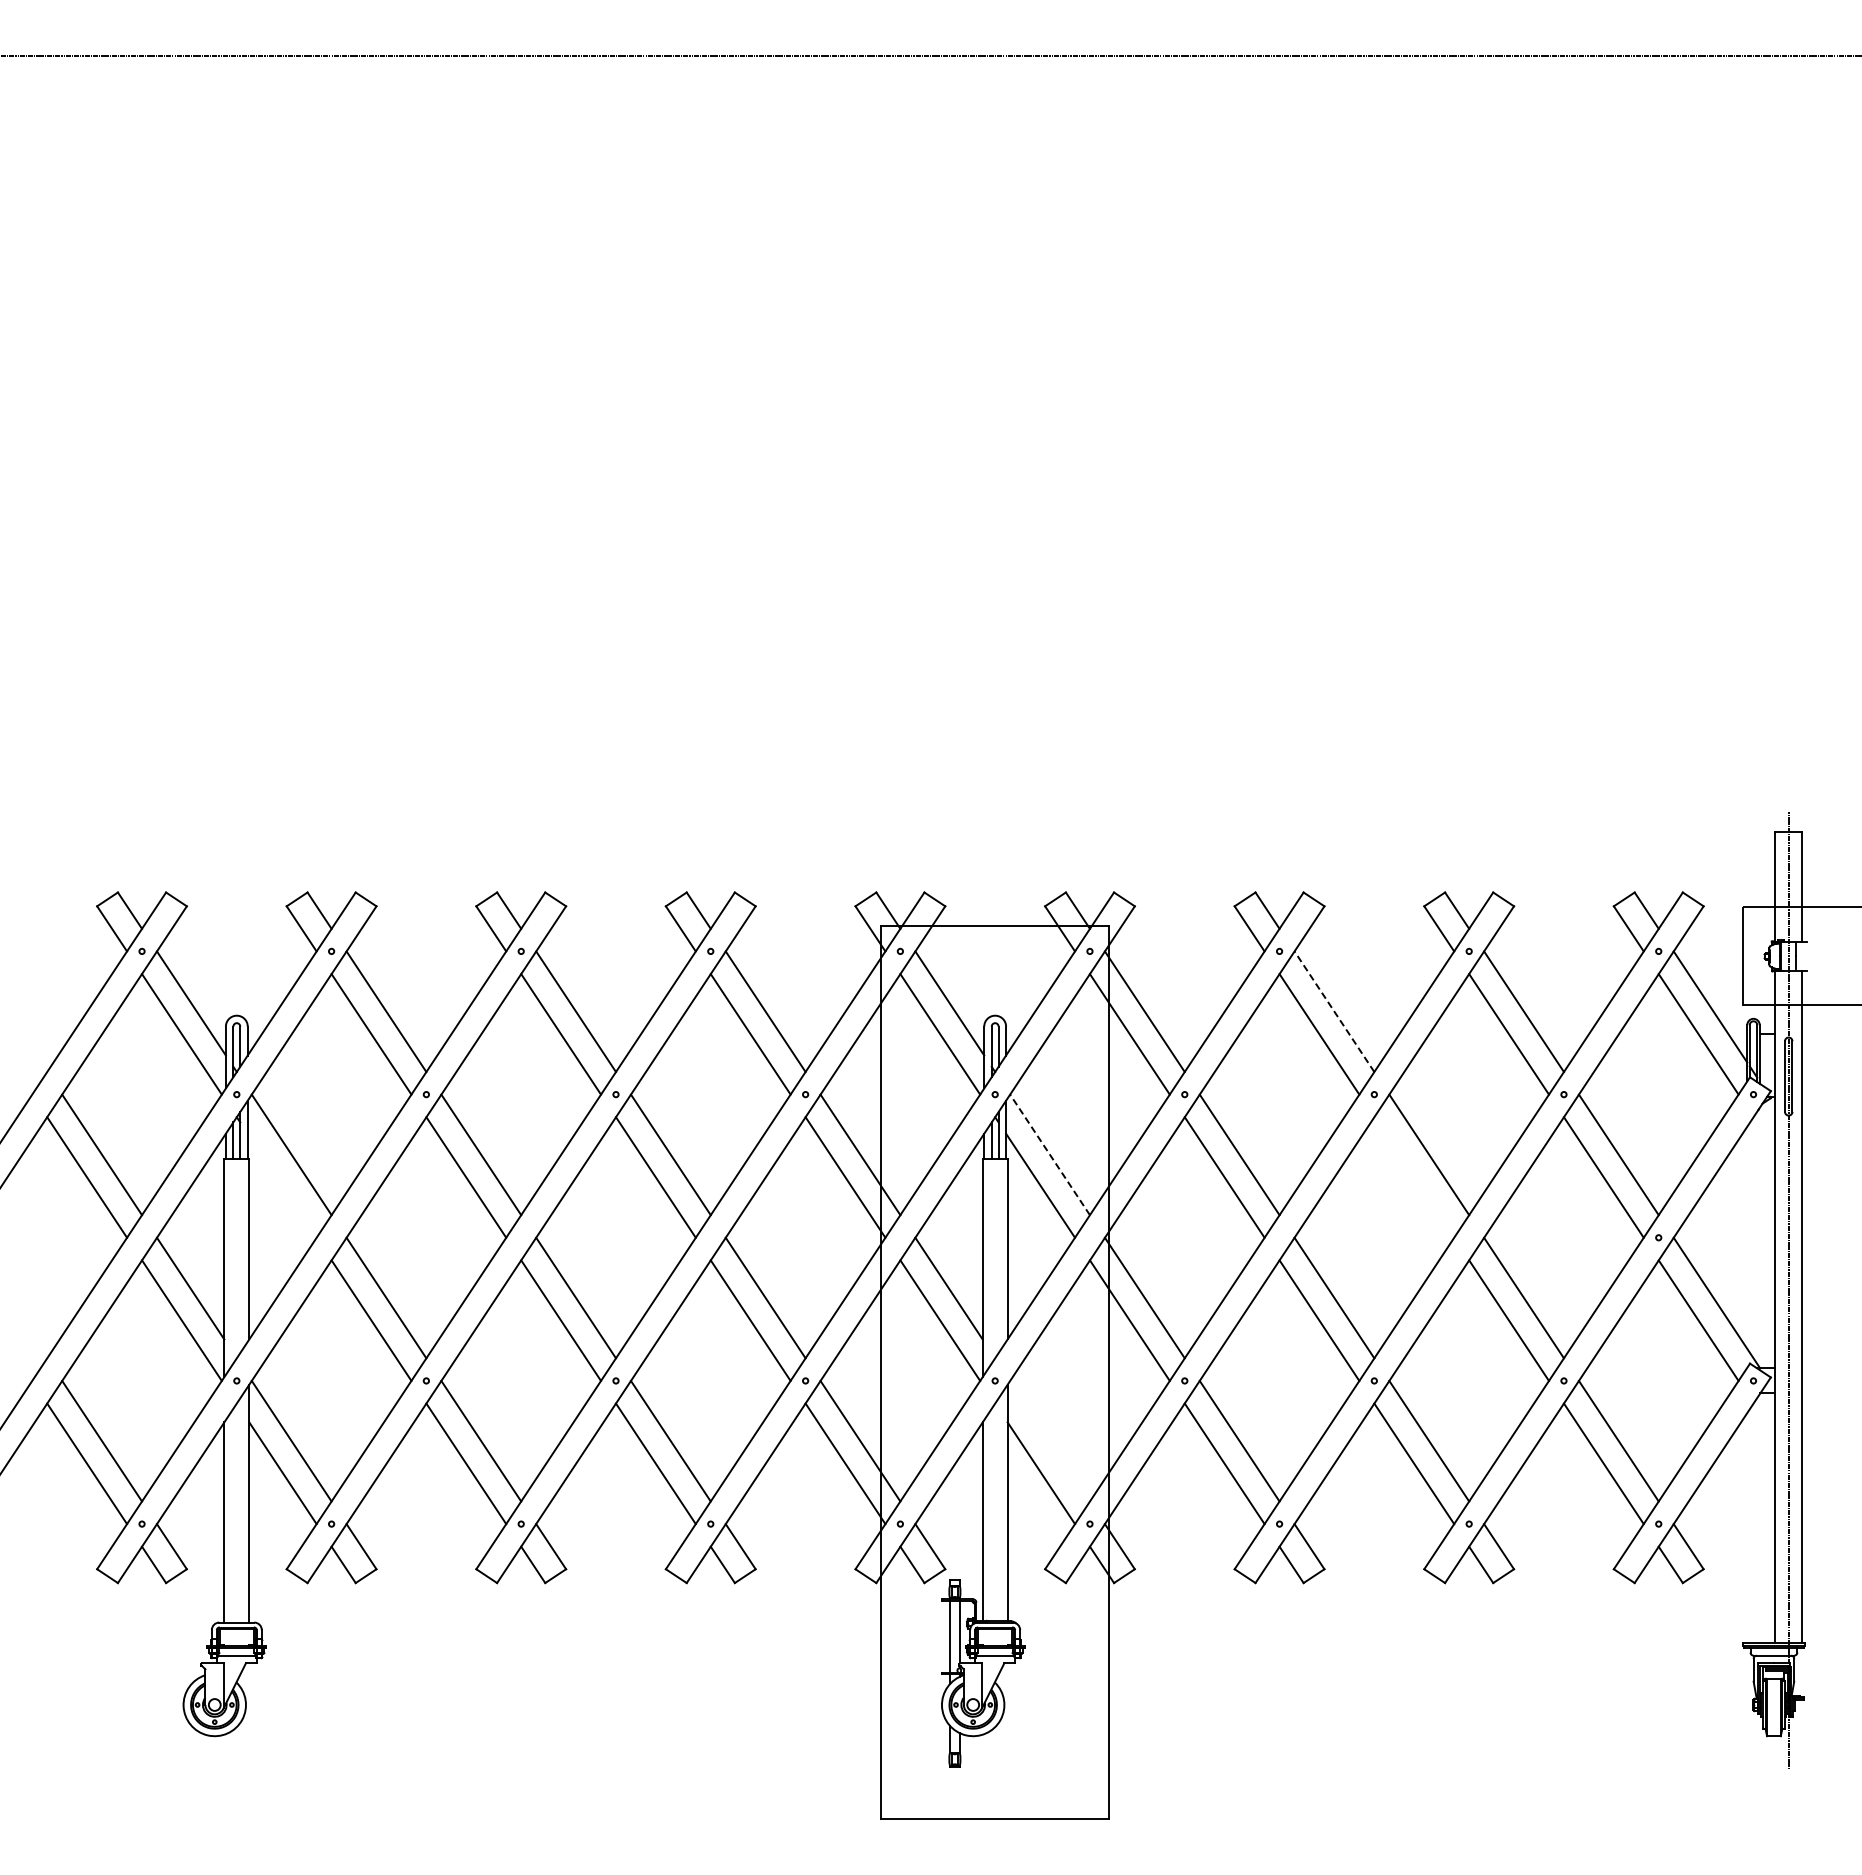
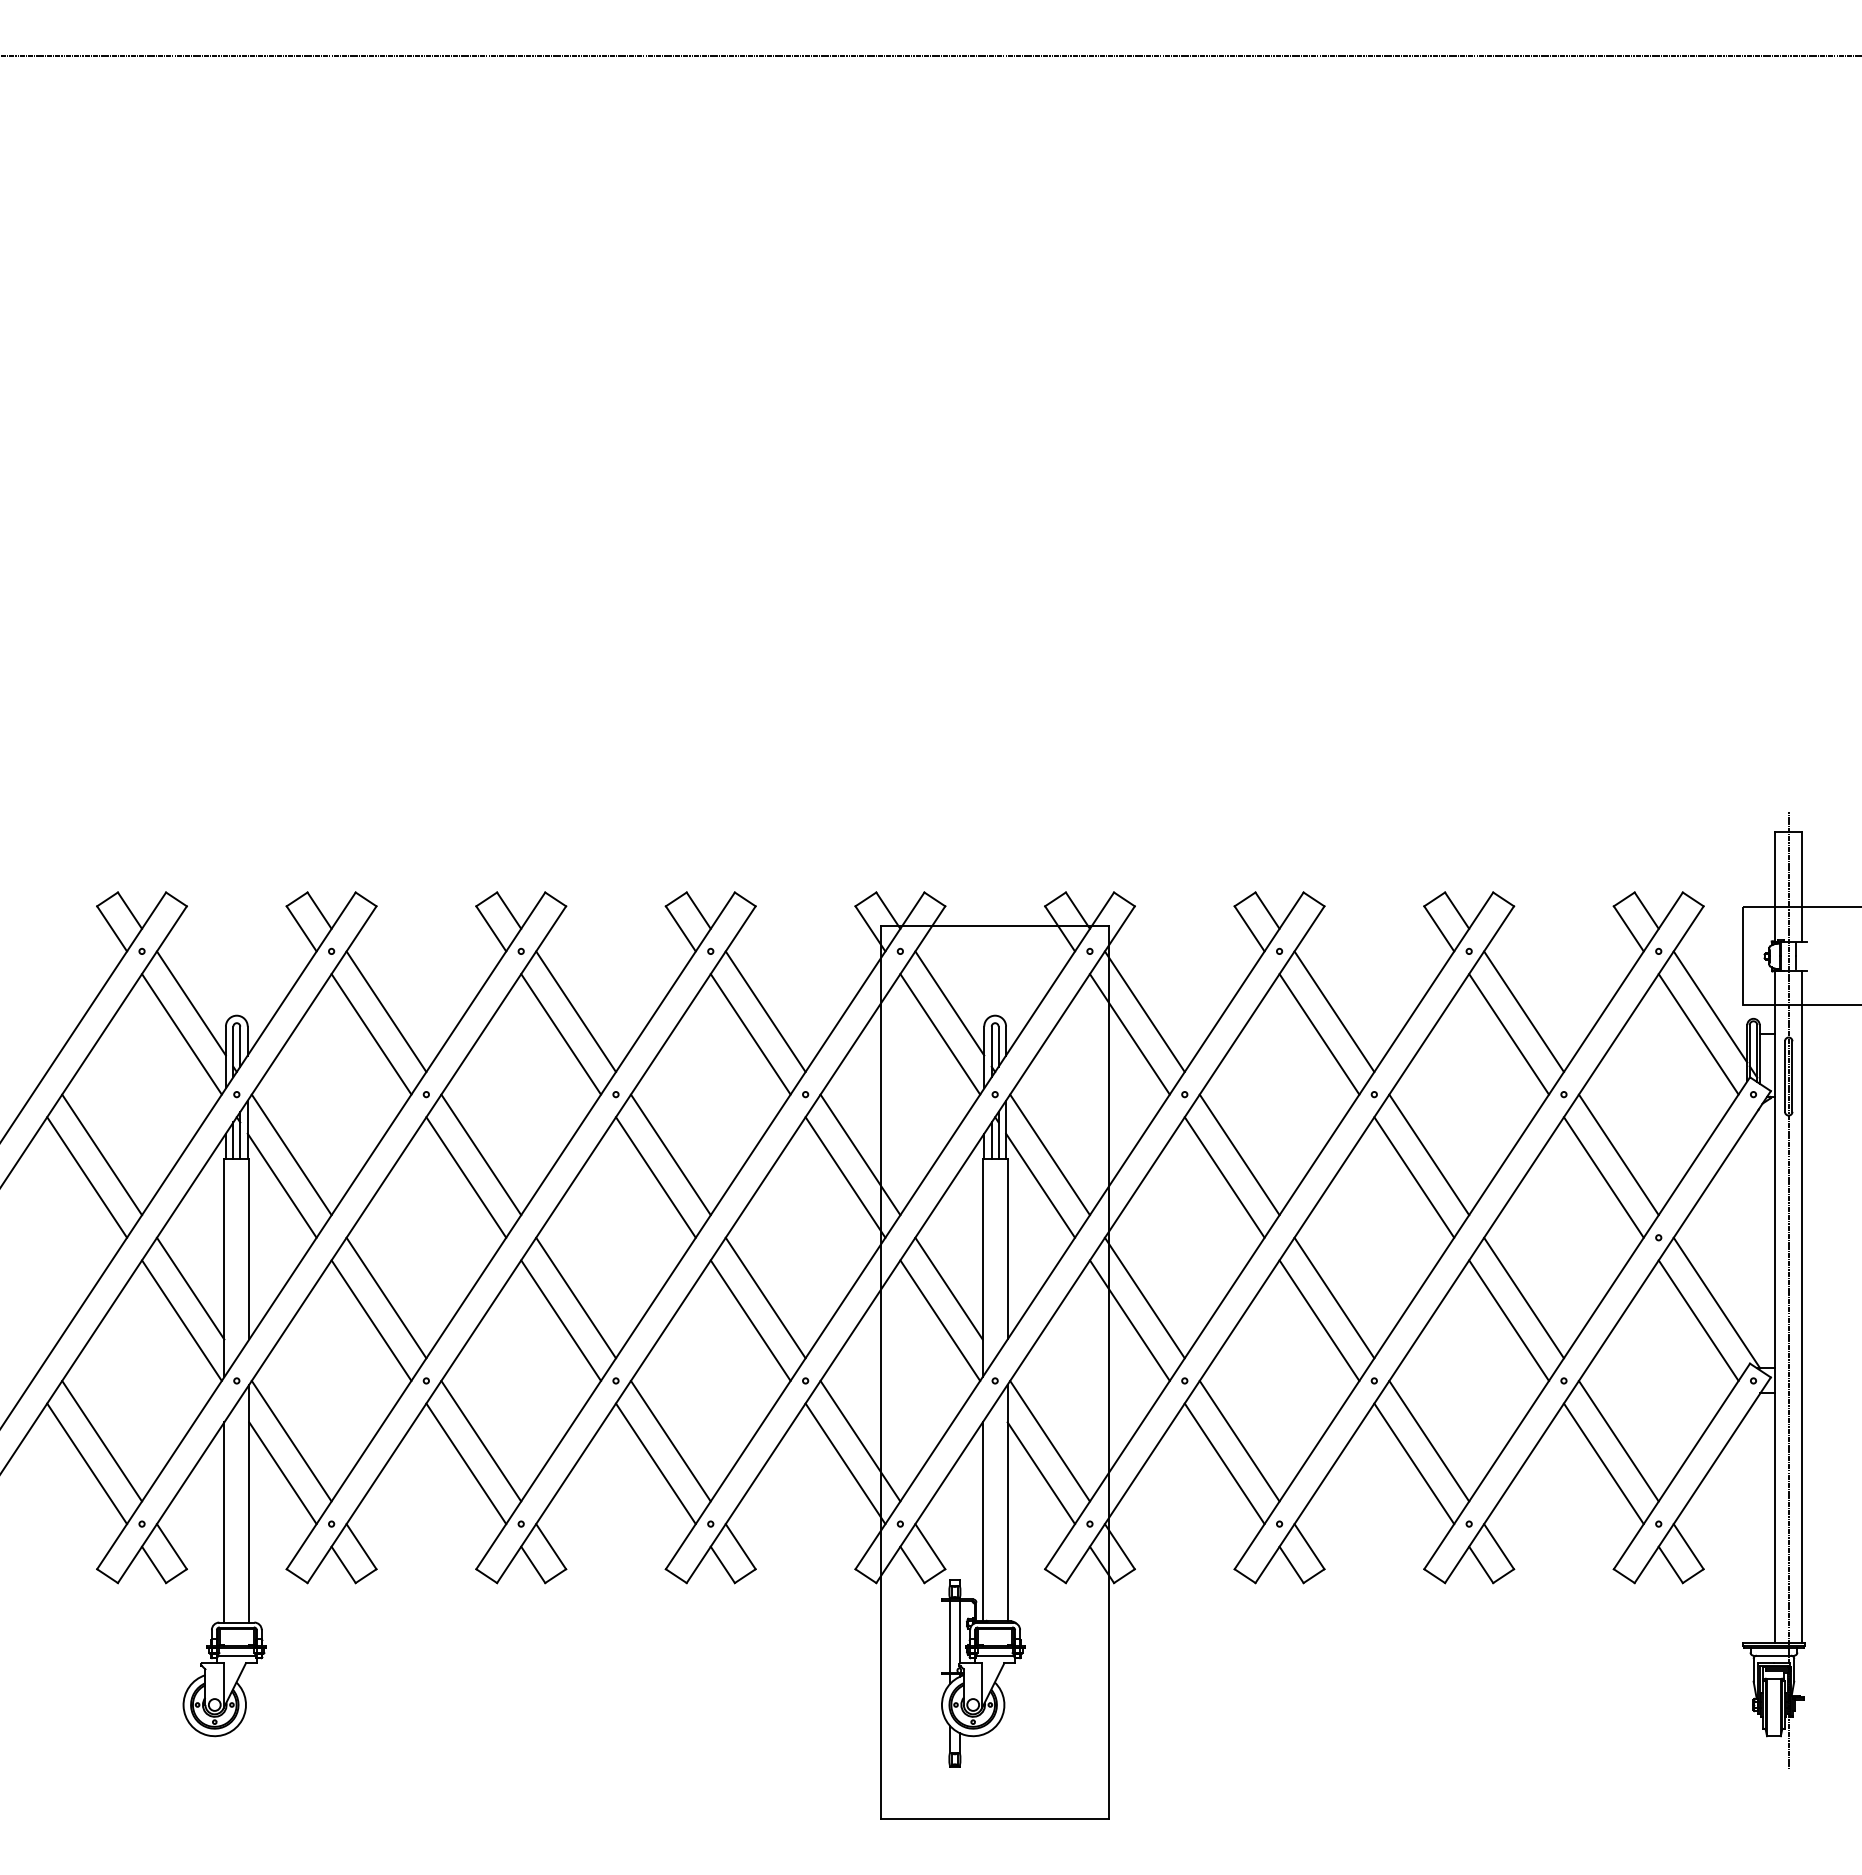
line at (1334, 1011): dashed -> solid
line at (1049, 1154): dashed -> solid
line at (1414, 1177): none -> present
line at (281, 1185): none -> present
line at (1049, 1440): none -> present
